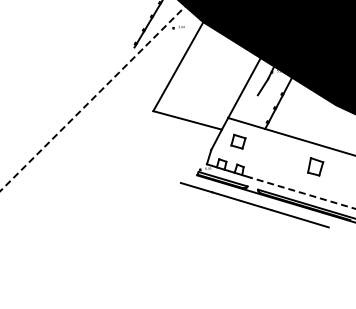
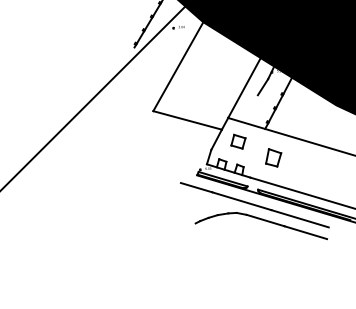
line at (96, 95): dashed -> solid
part at (315, 166) position: (315, 166) -> (273, 157)
line at (302, 193): dashed -> solid
part at (261, 226): none -> present
